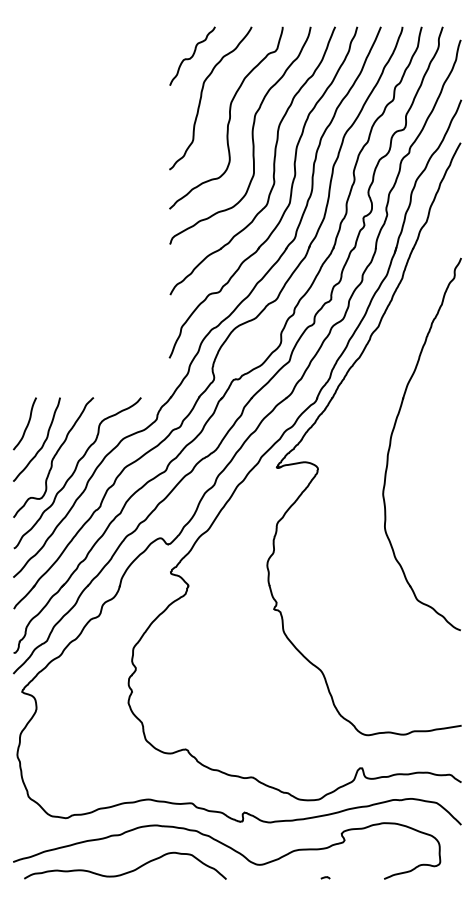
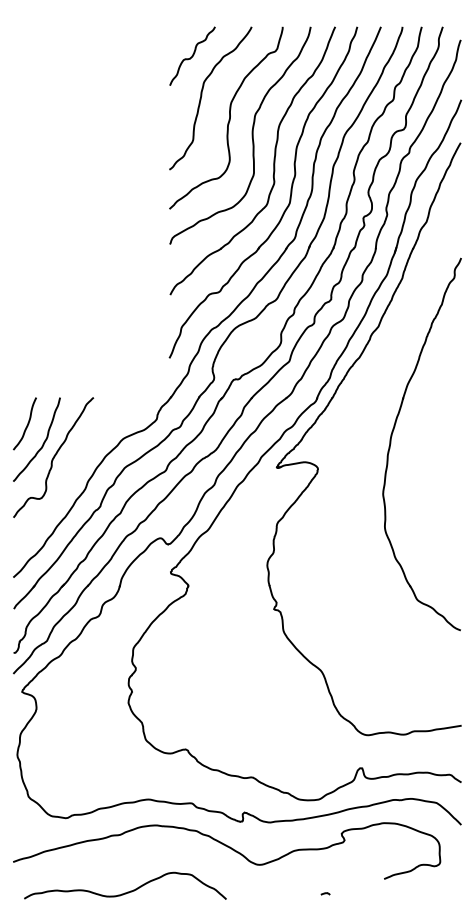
curve at (75, 471): present -> none
curve at (127, 871) position: (127, 871) -> (127, 891)
curve at (325, 877) position: (325, 877) -> (325, 893)
